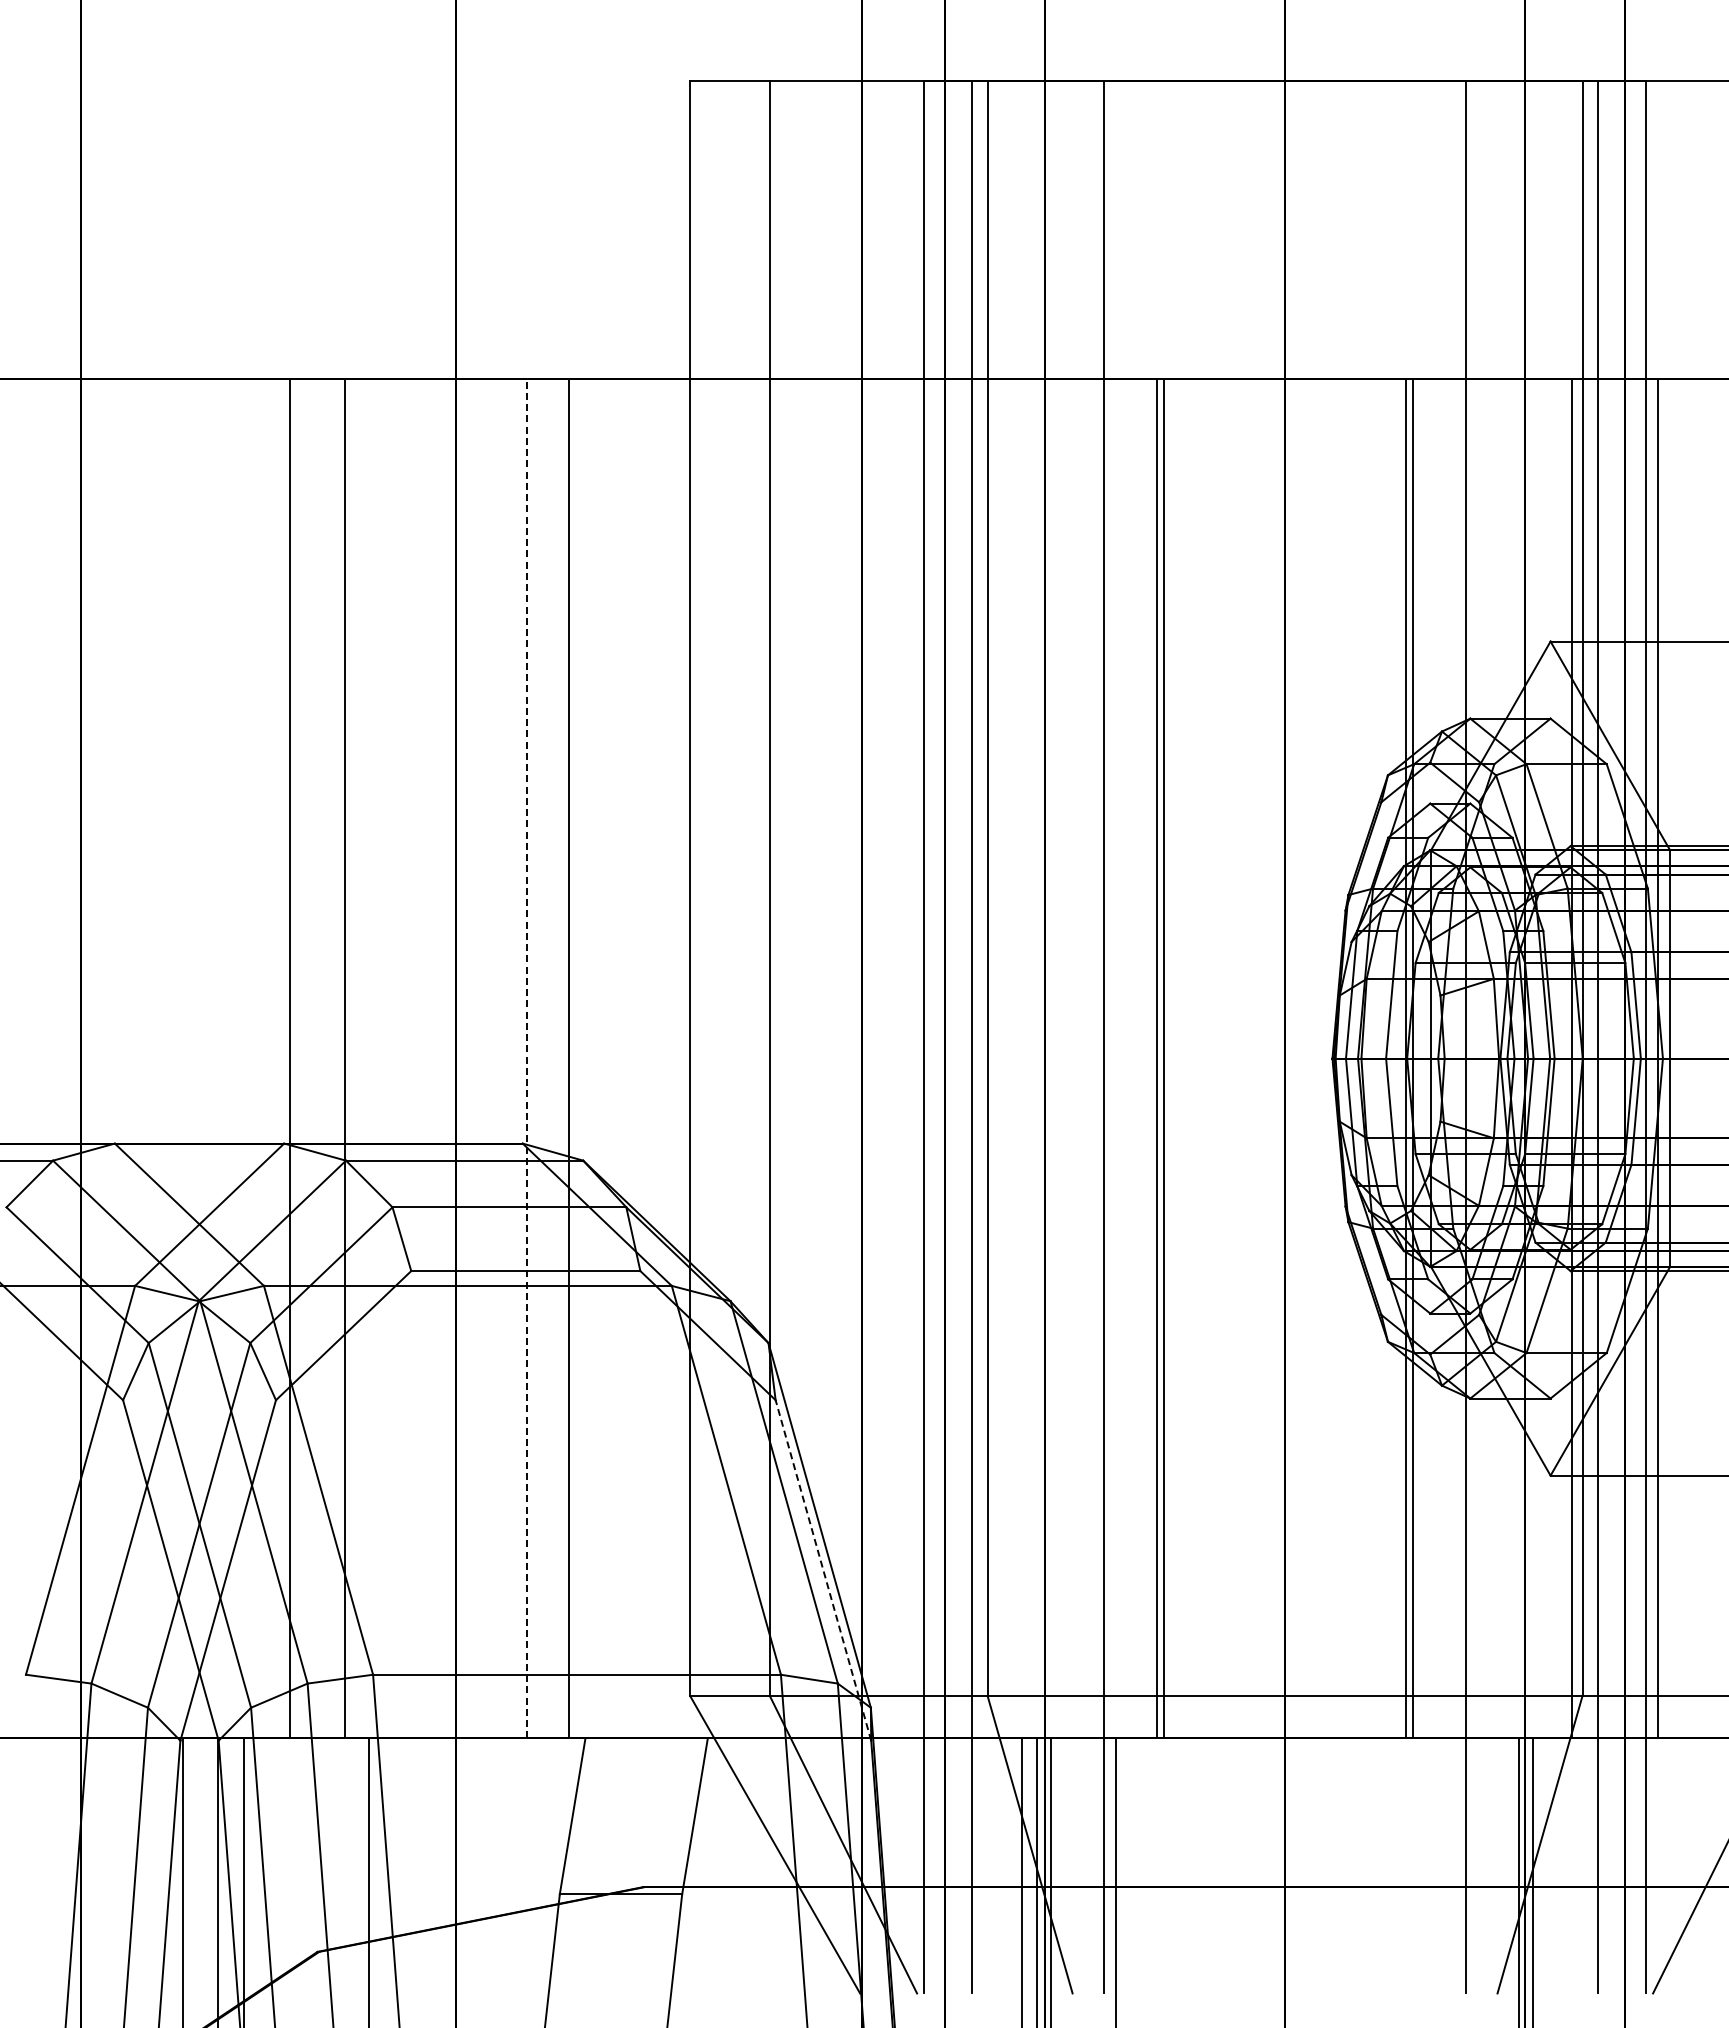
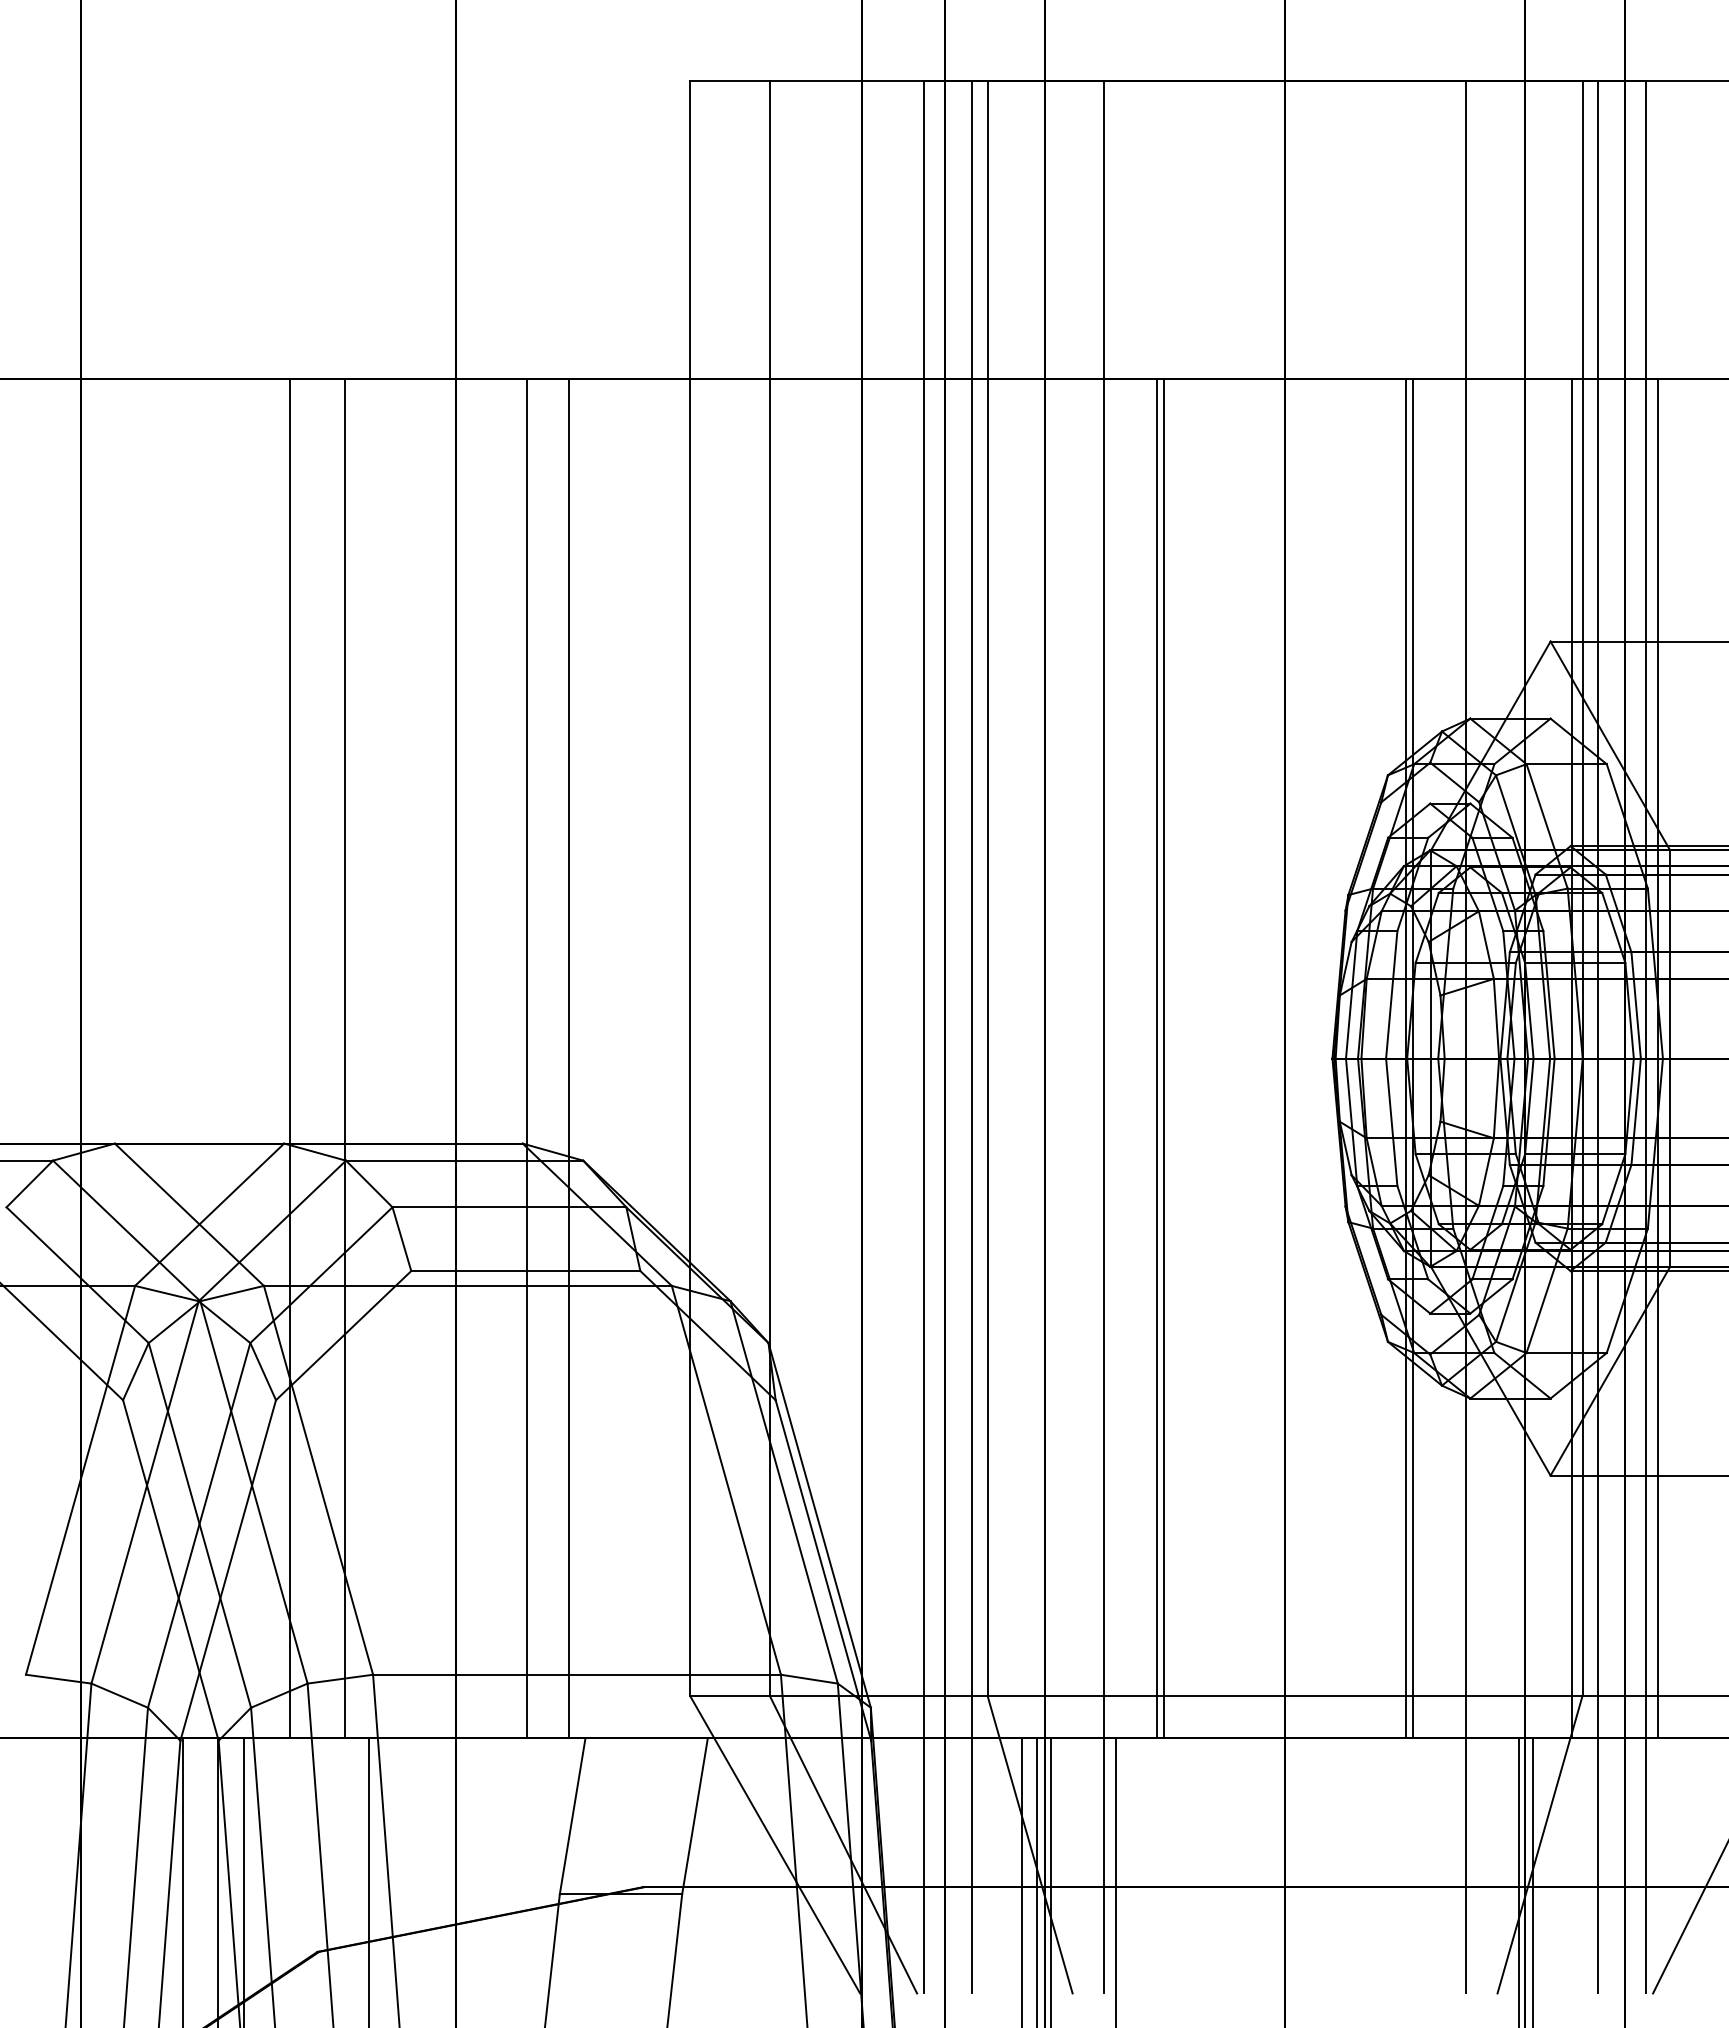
line at (526, 1058): dashed -> solid
line at (823, 1570): dashed -> solid
